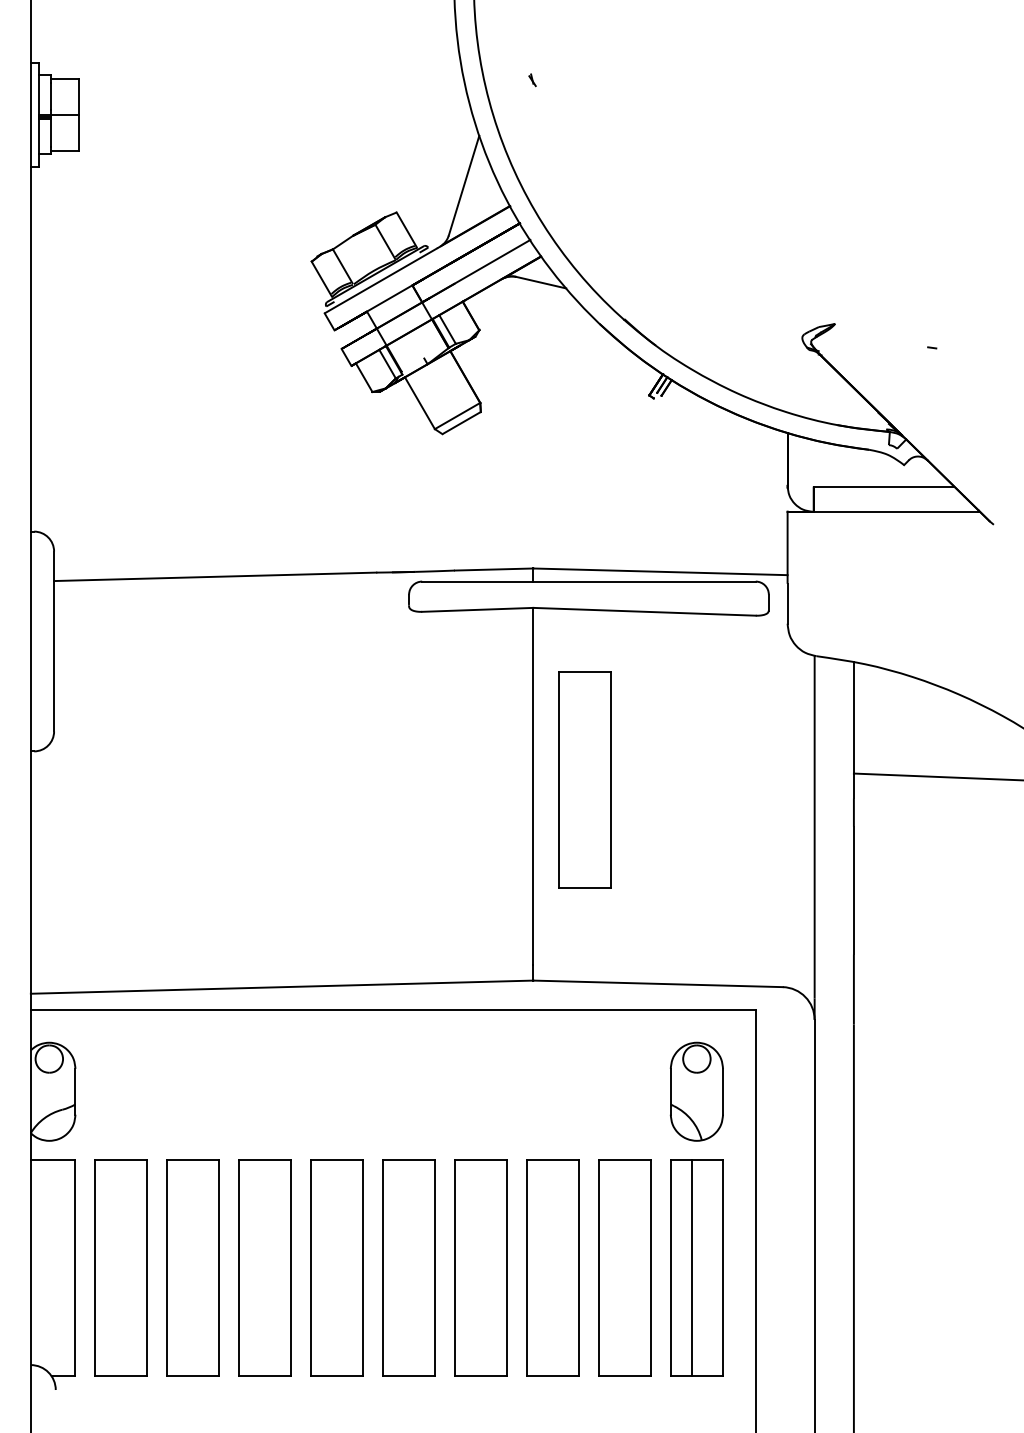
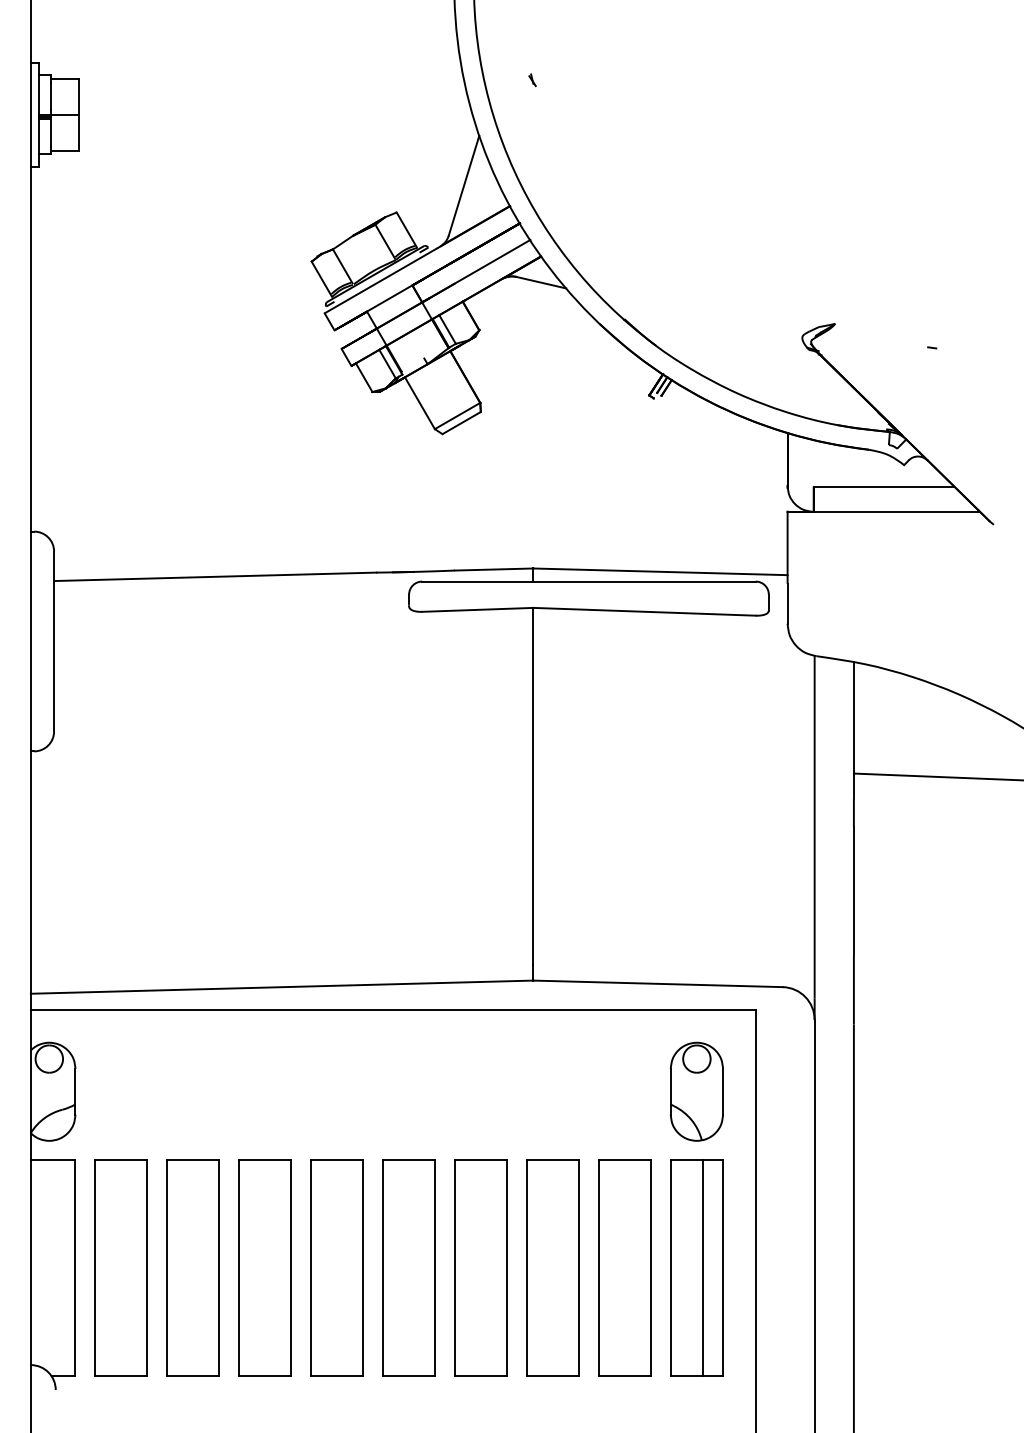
part at (584, 779): present -> none
line at (692, 1268) position: (692, 1268) -> (703, 1268)
